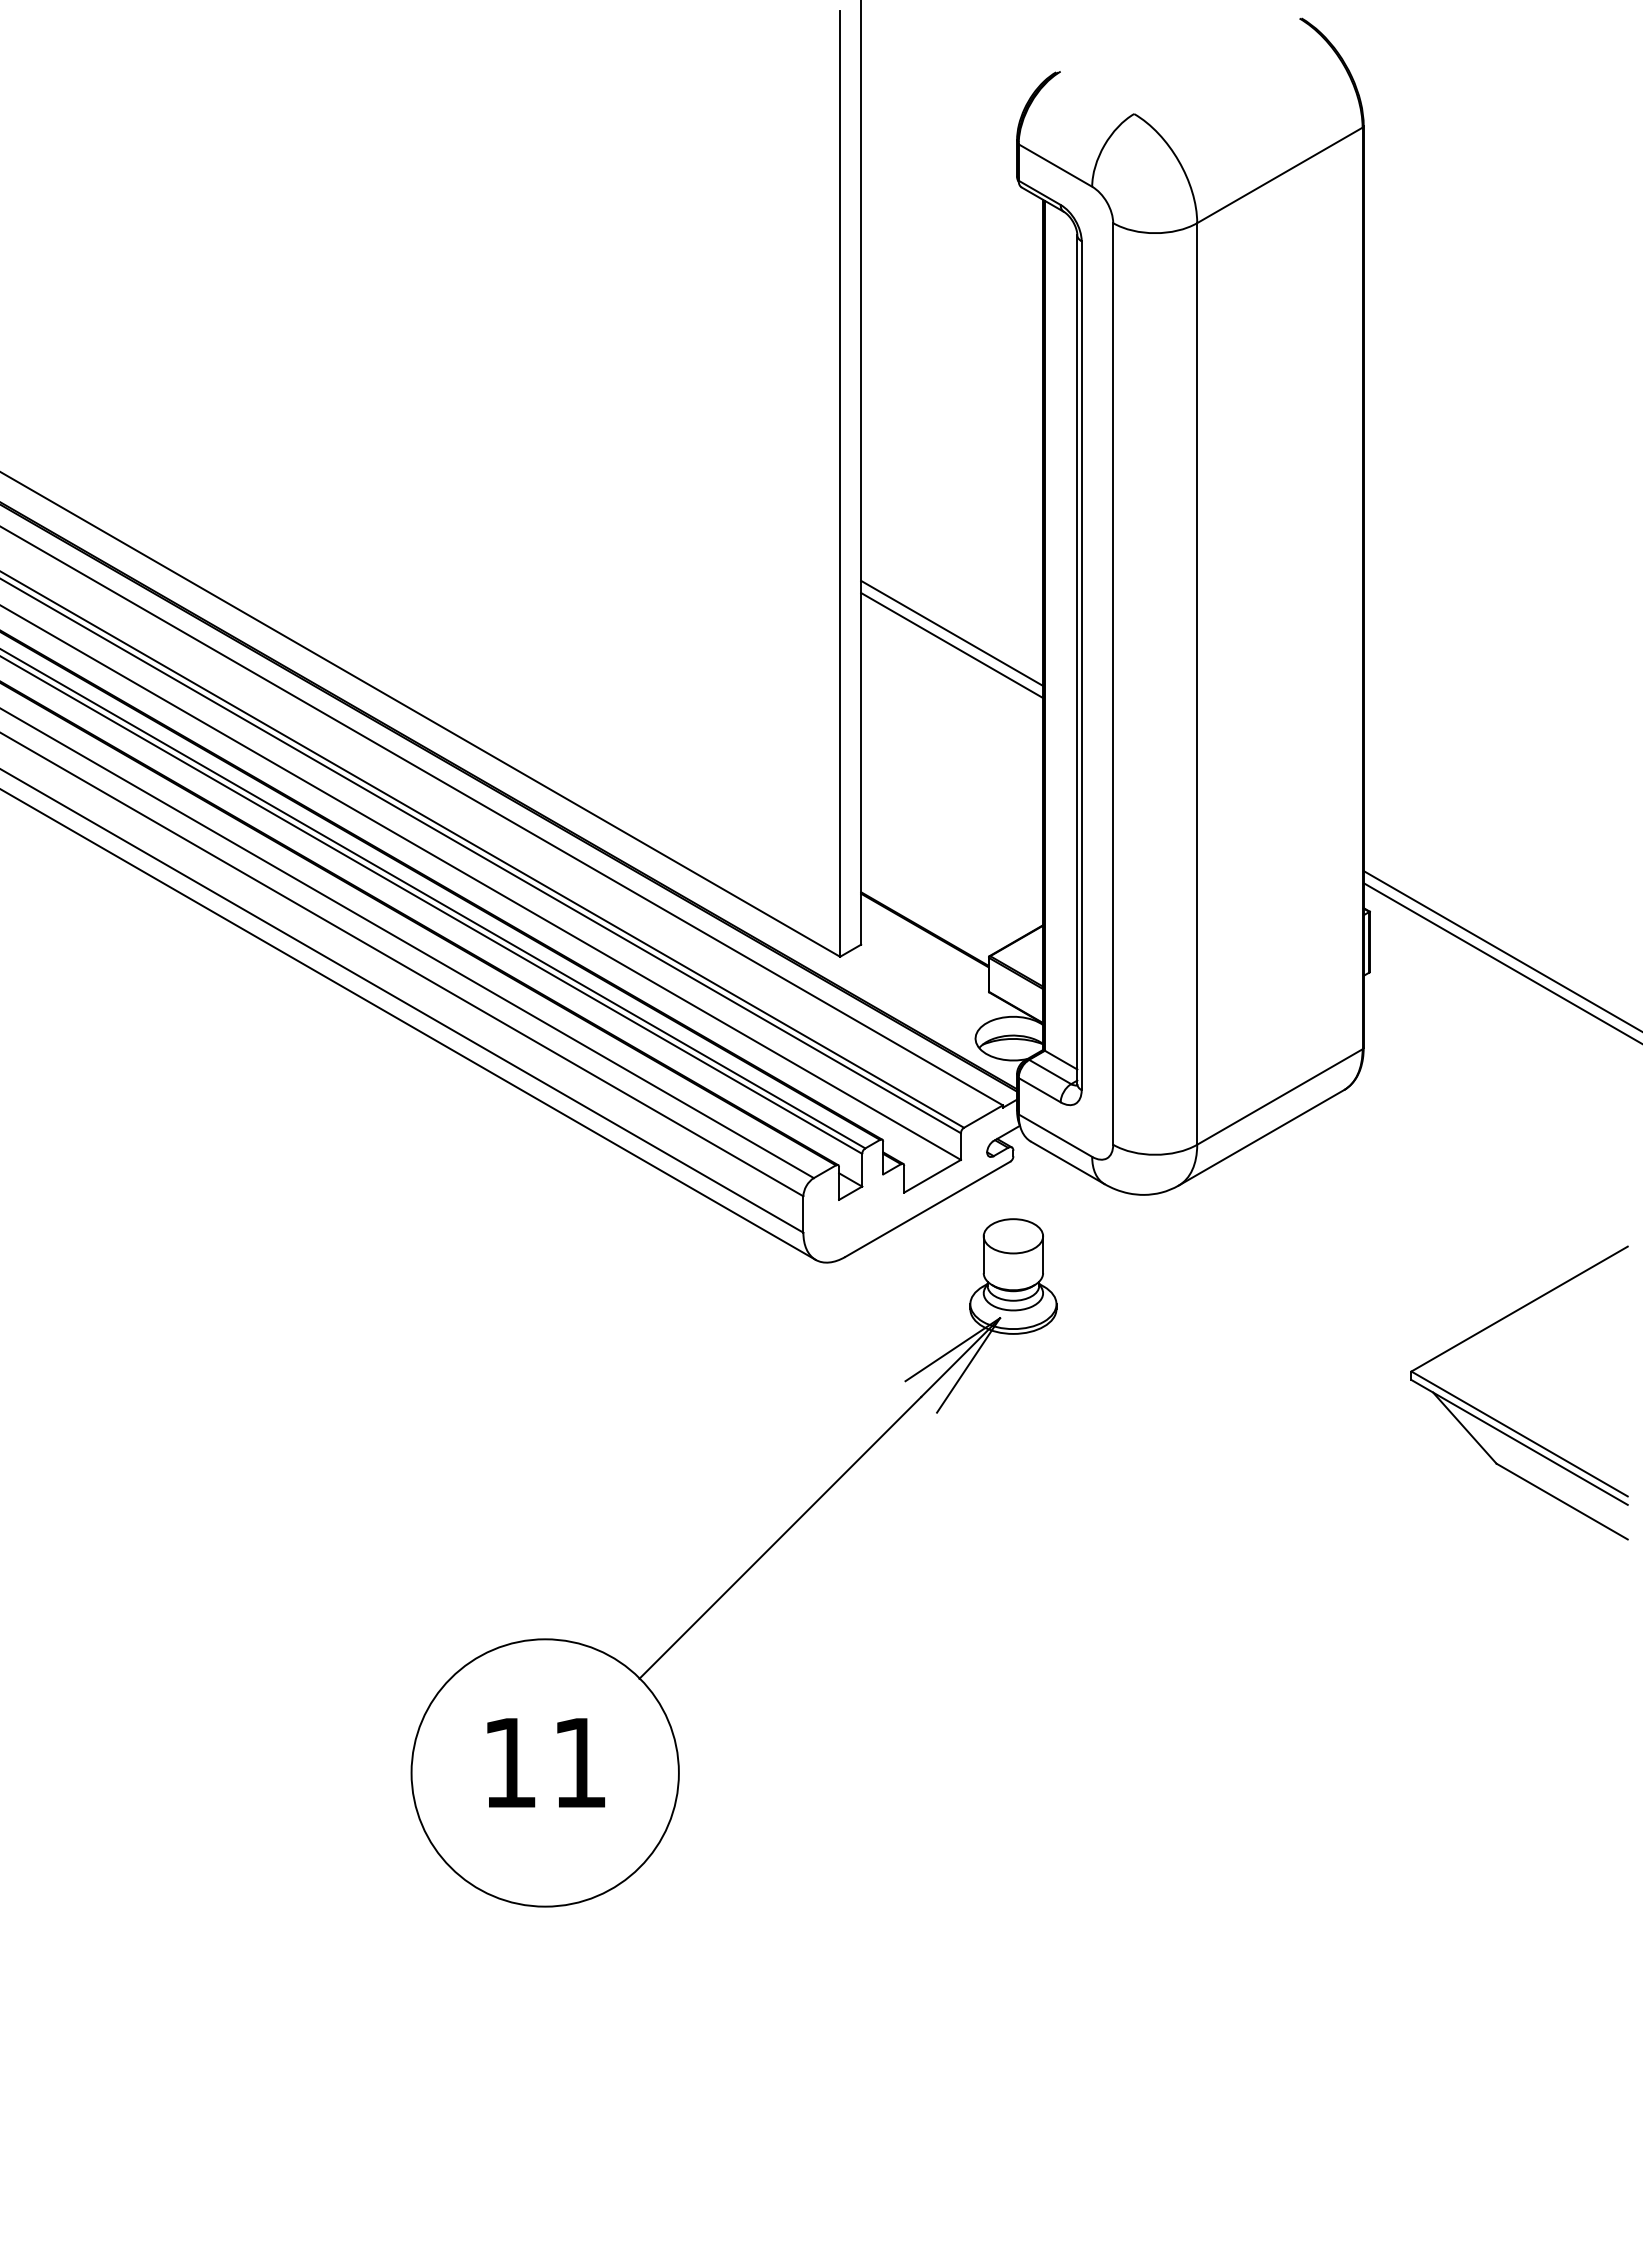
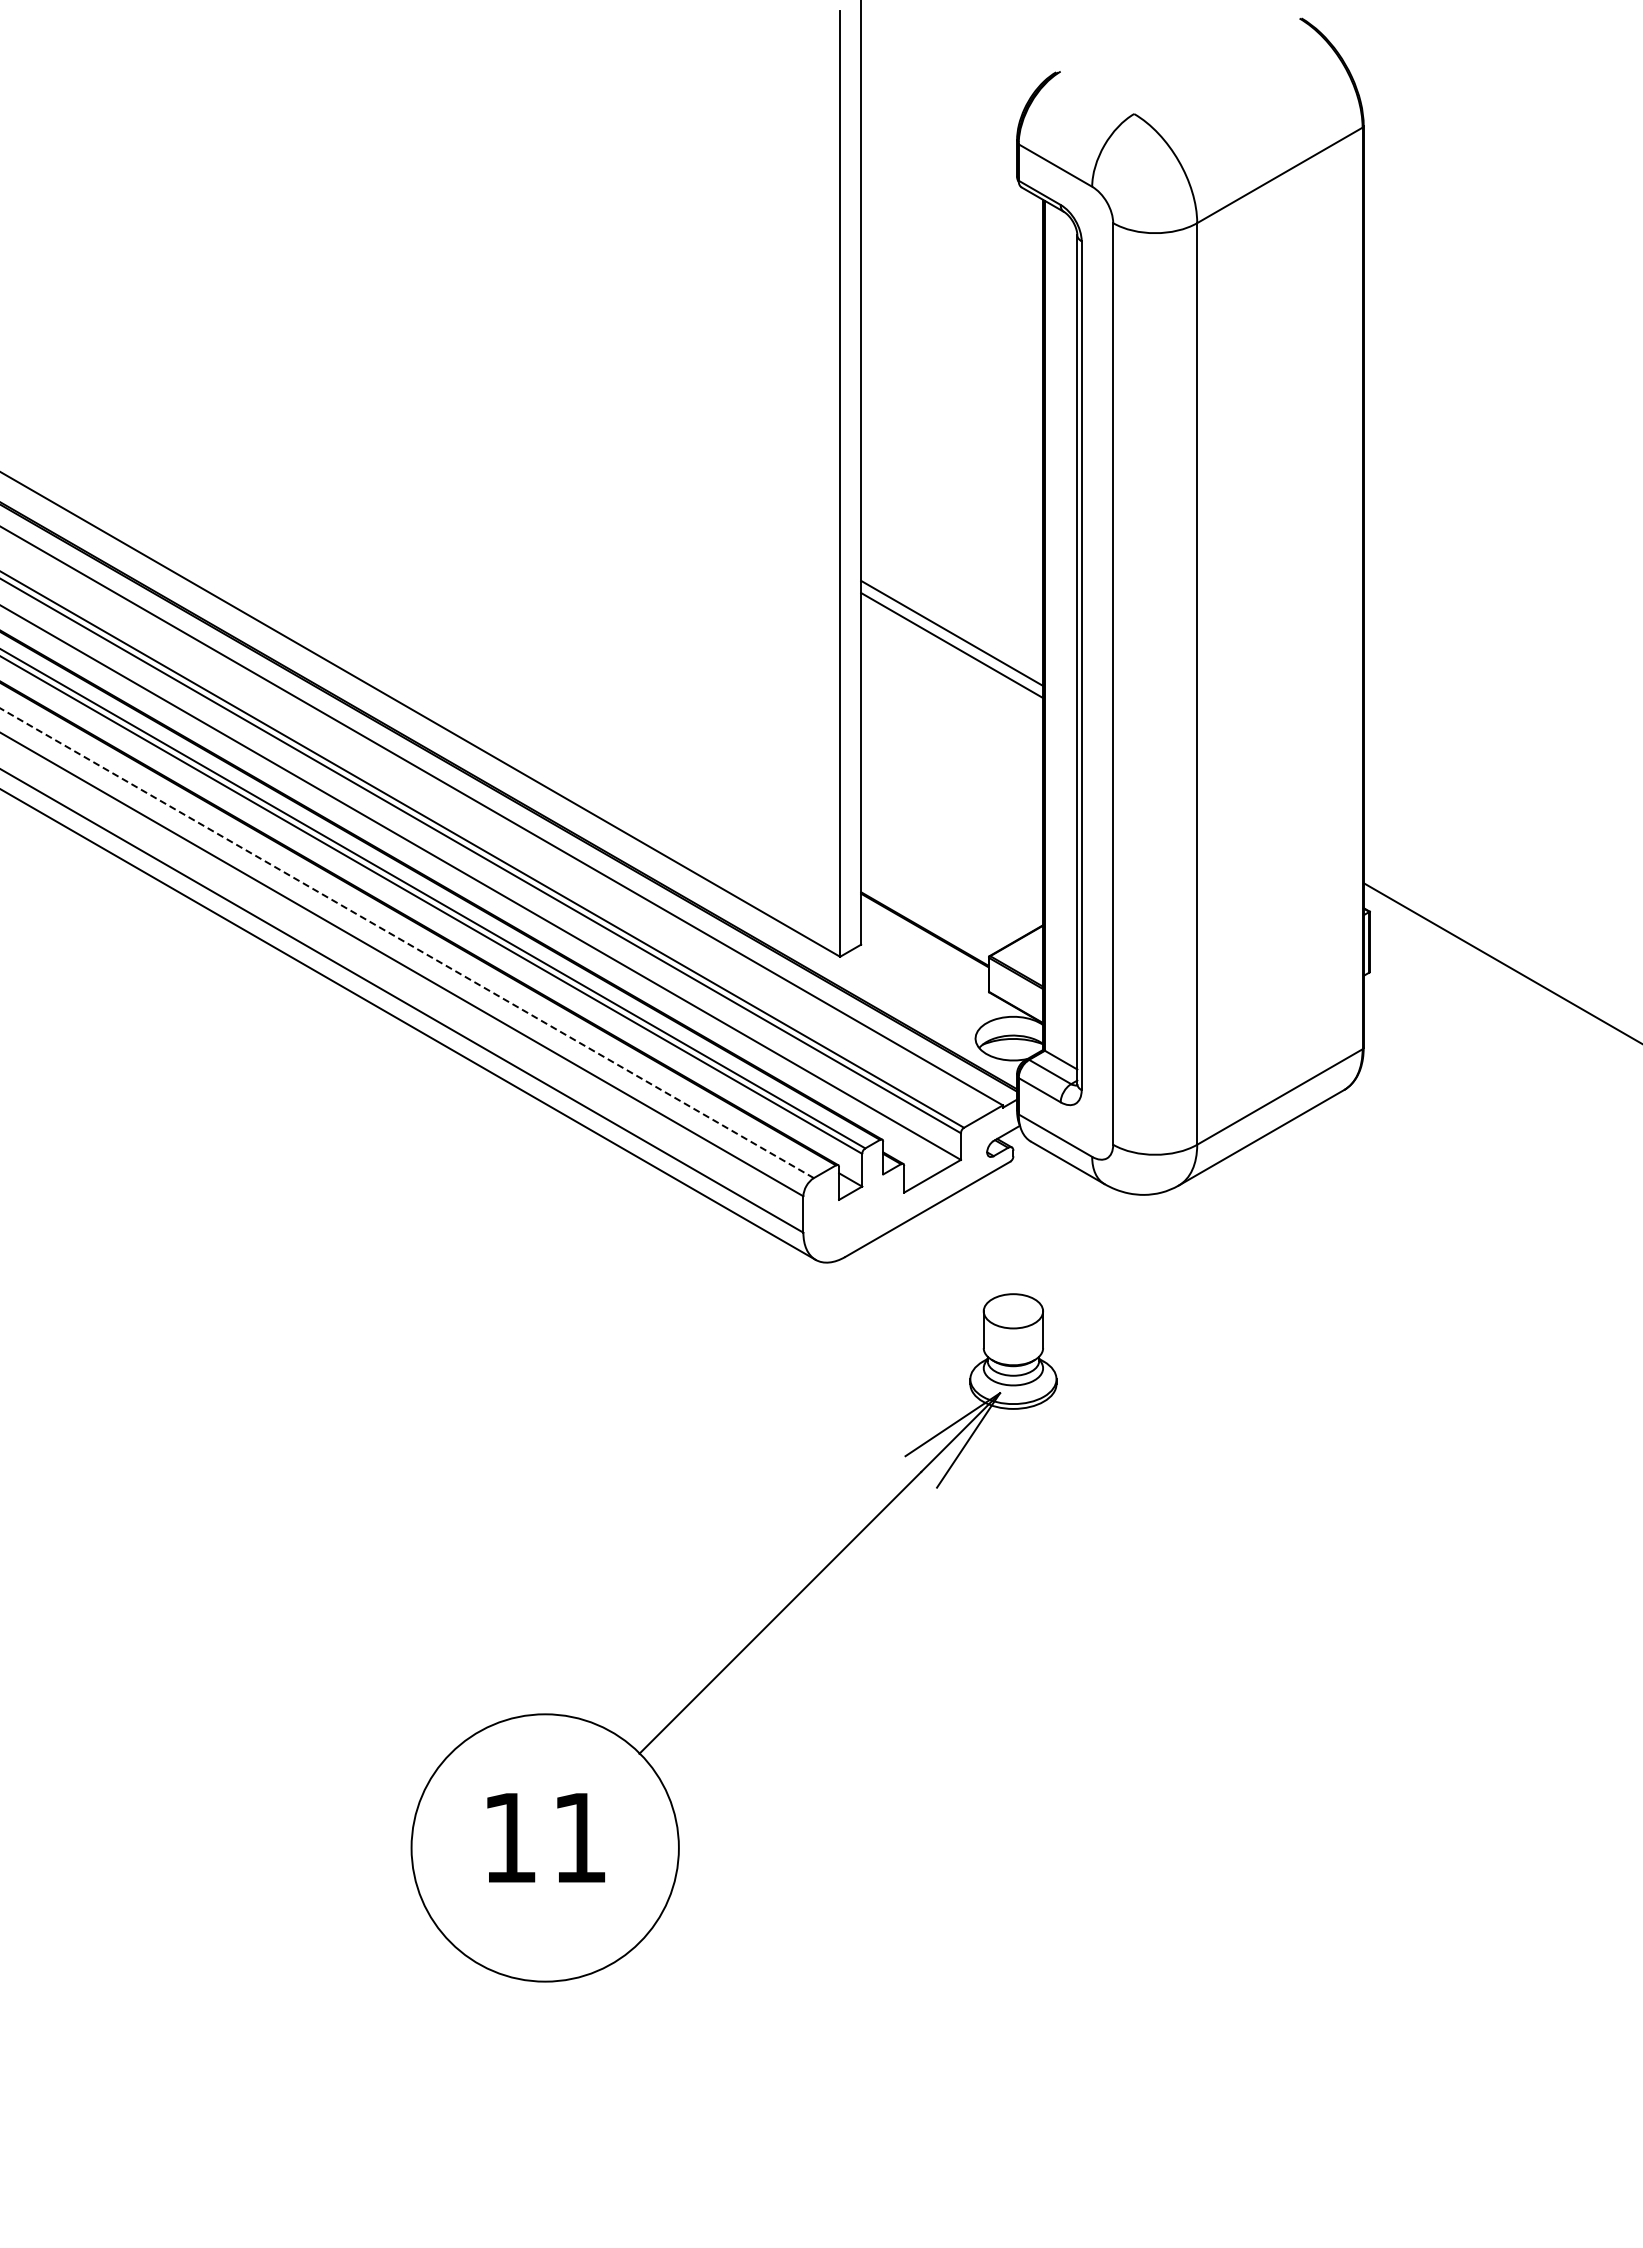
line at (406, 943): solid -> dashed
line at (1501, 950): present -> none
part at (1500, 1421): present -> none
part at (744, 1572) position: (744, 1572) -> (744, 1647)
